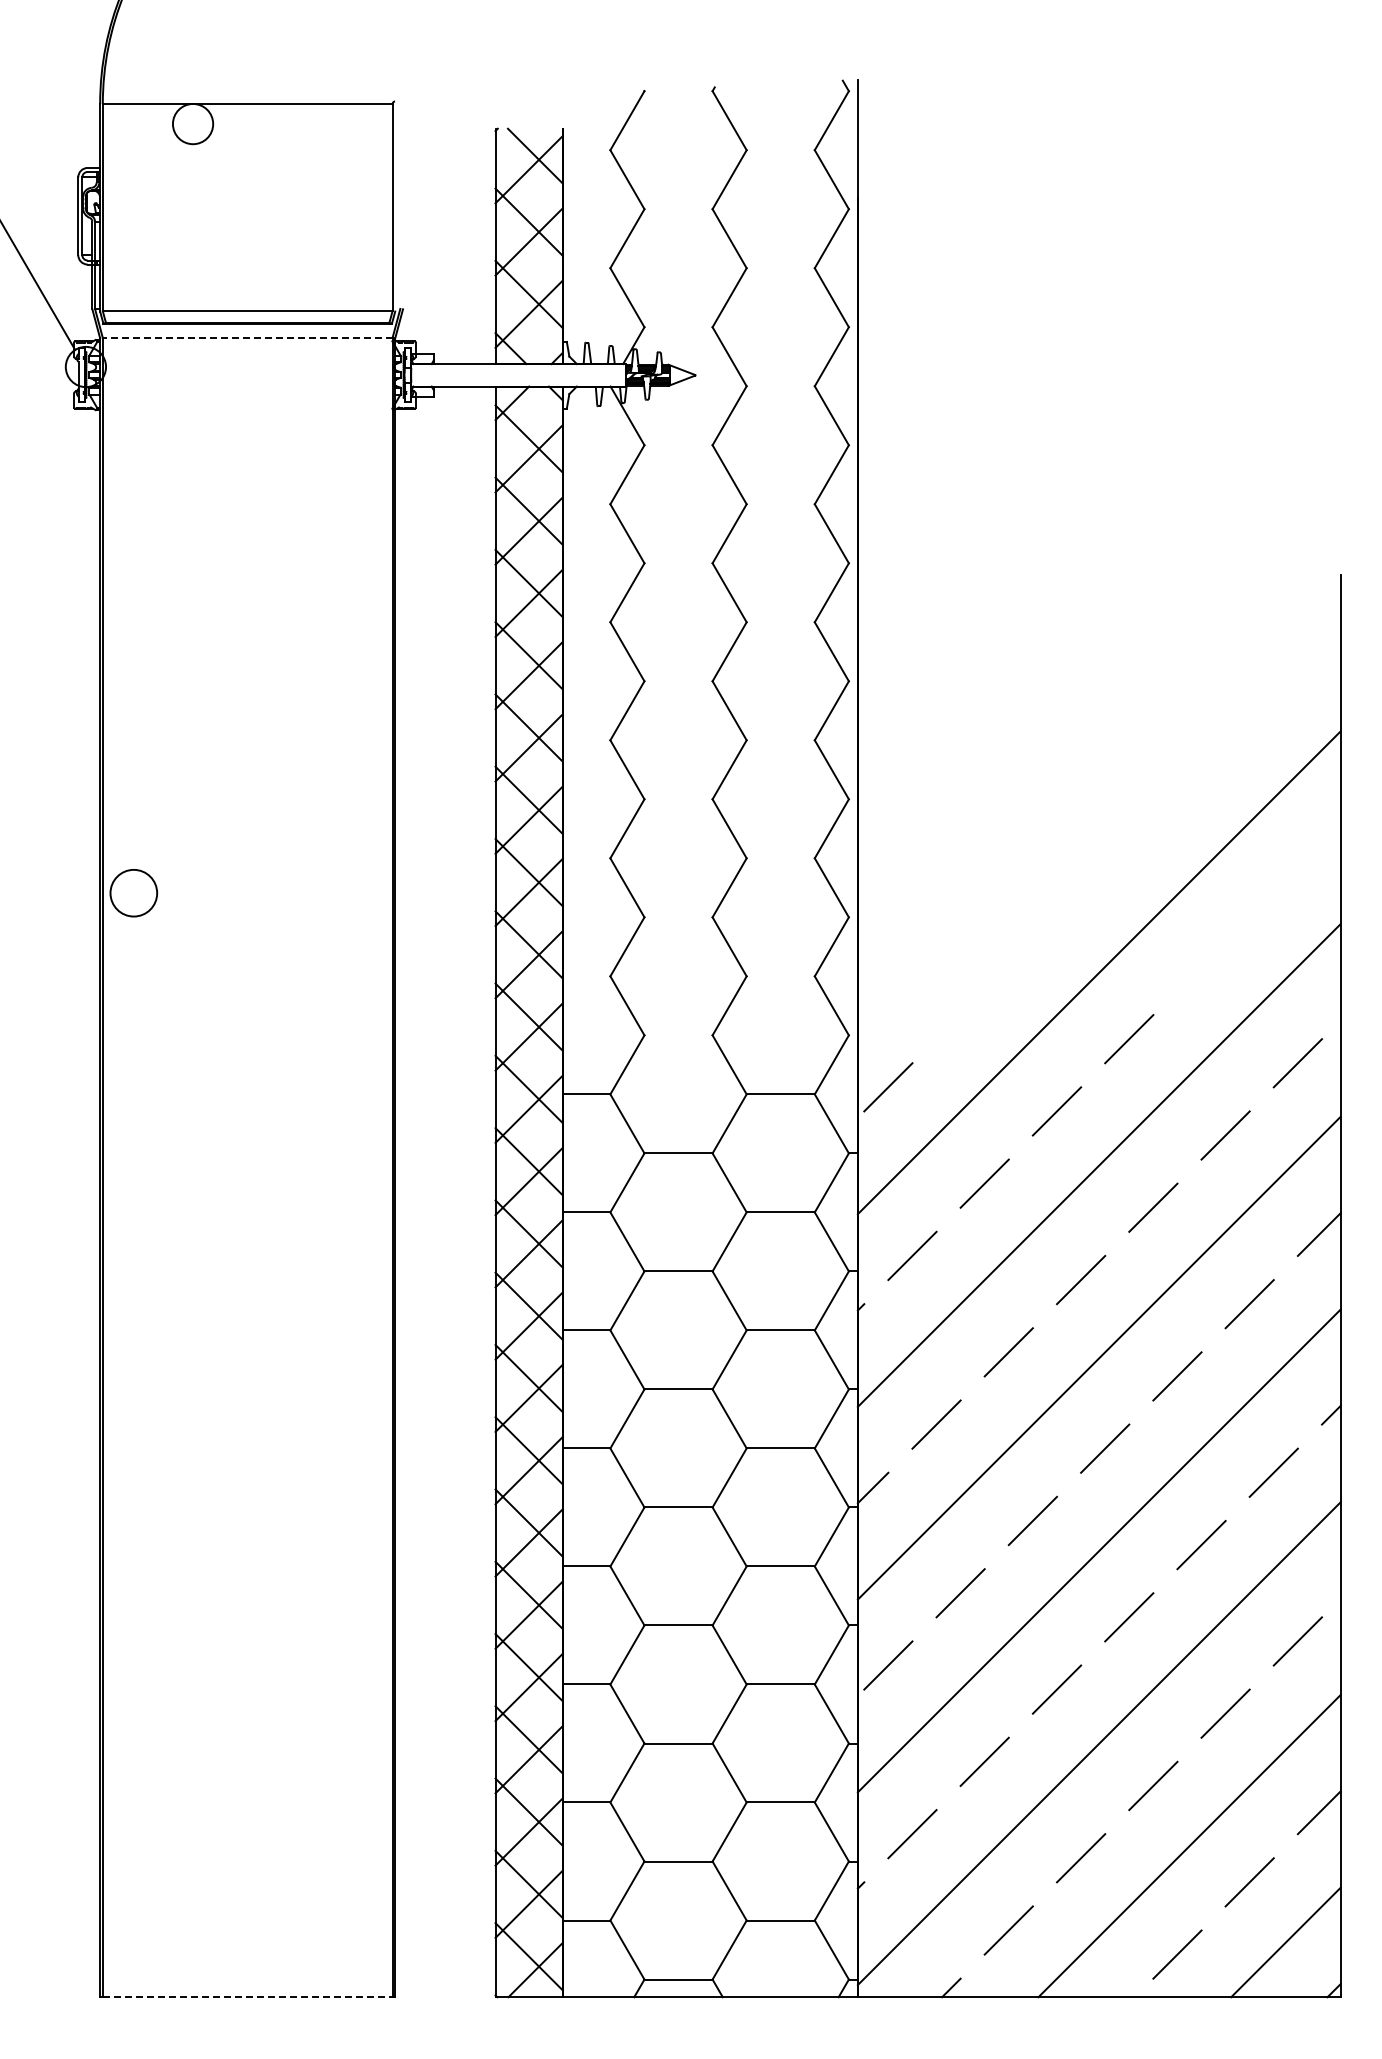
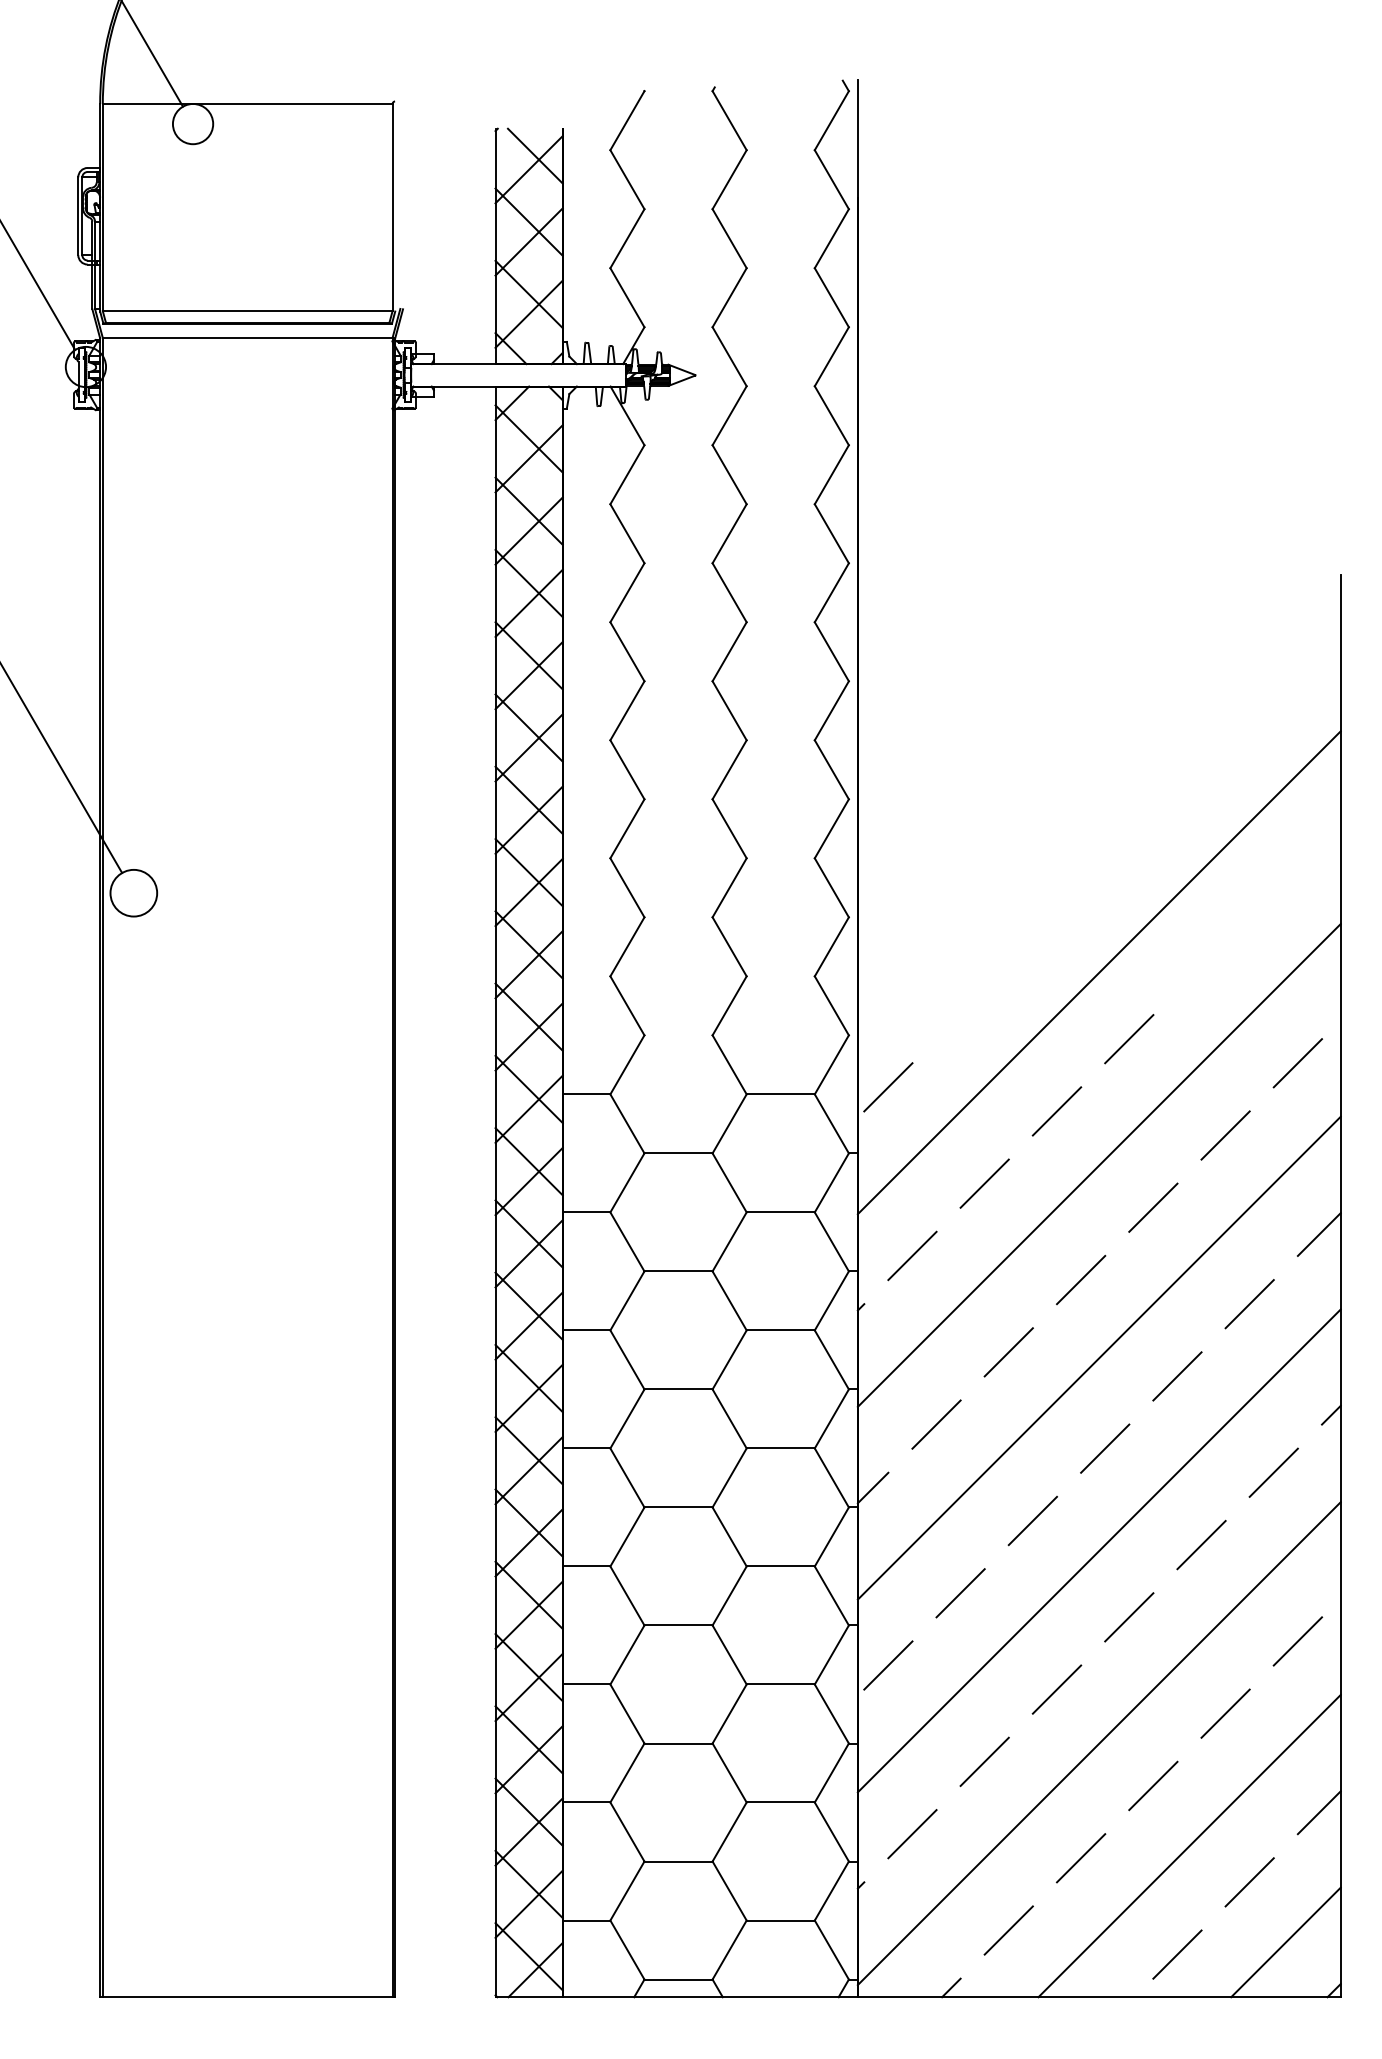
line at (152, 54): none -> present
line at (247, 337): dashed -> solid
line at (62, 769): none -> present
line at (247, 1997): dashed -> solid
